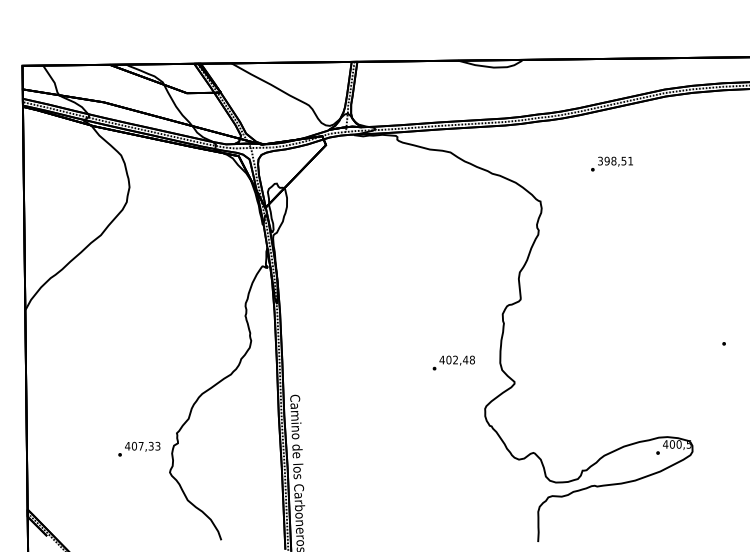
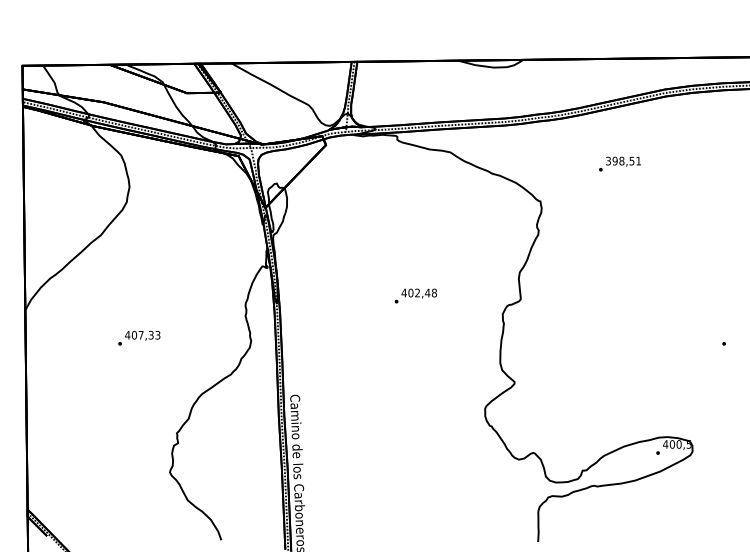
text at (611, 163) position: (611, 163) -> (619, 163)
text at (453, 362) position: (453, 362) -> (415, 295)
text at (139, 448) position: (139, 448) -> (139, 337)
